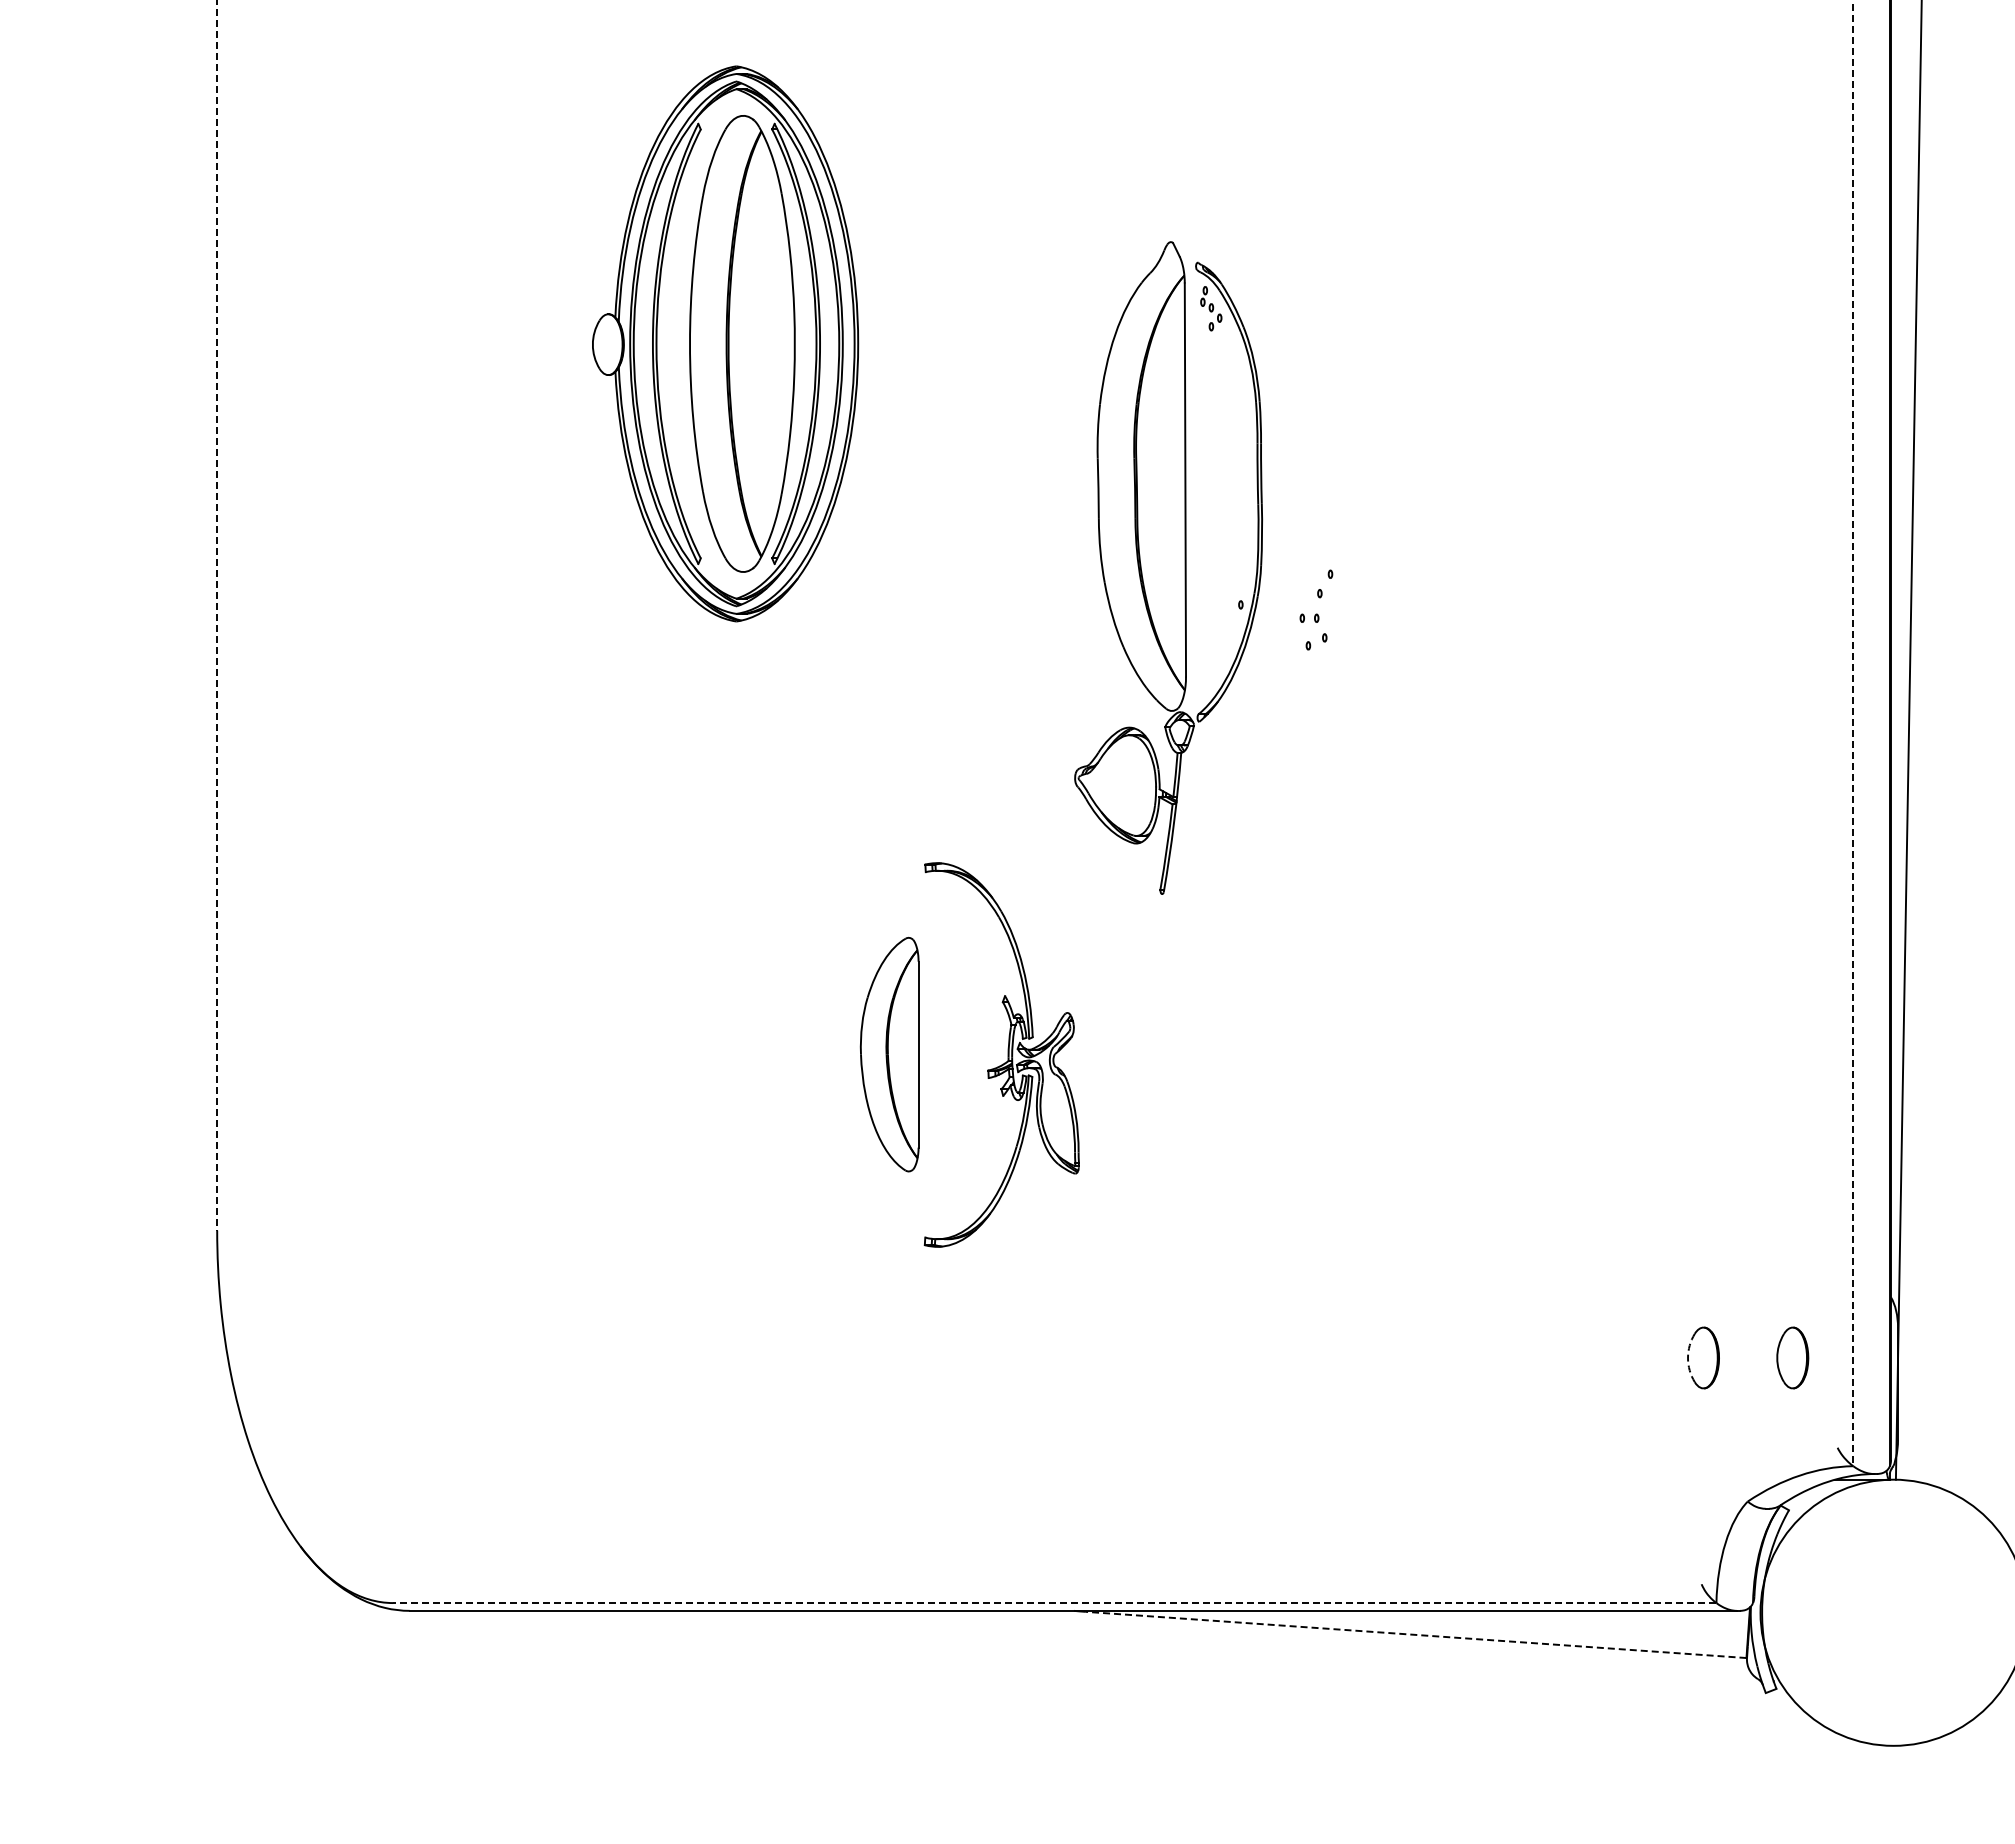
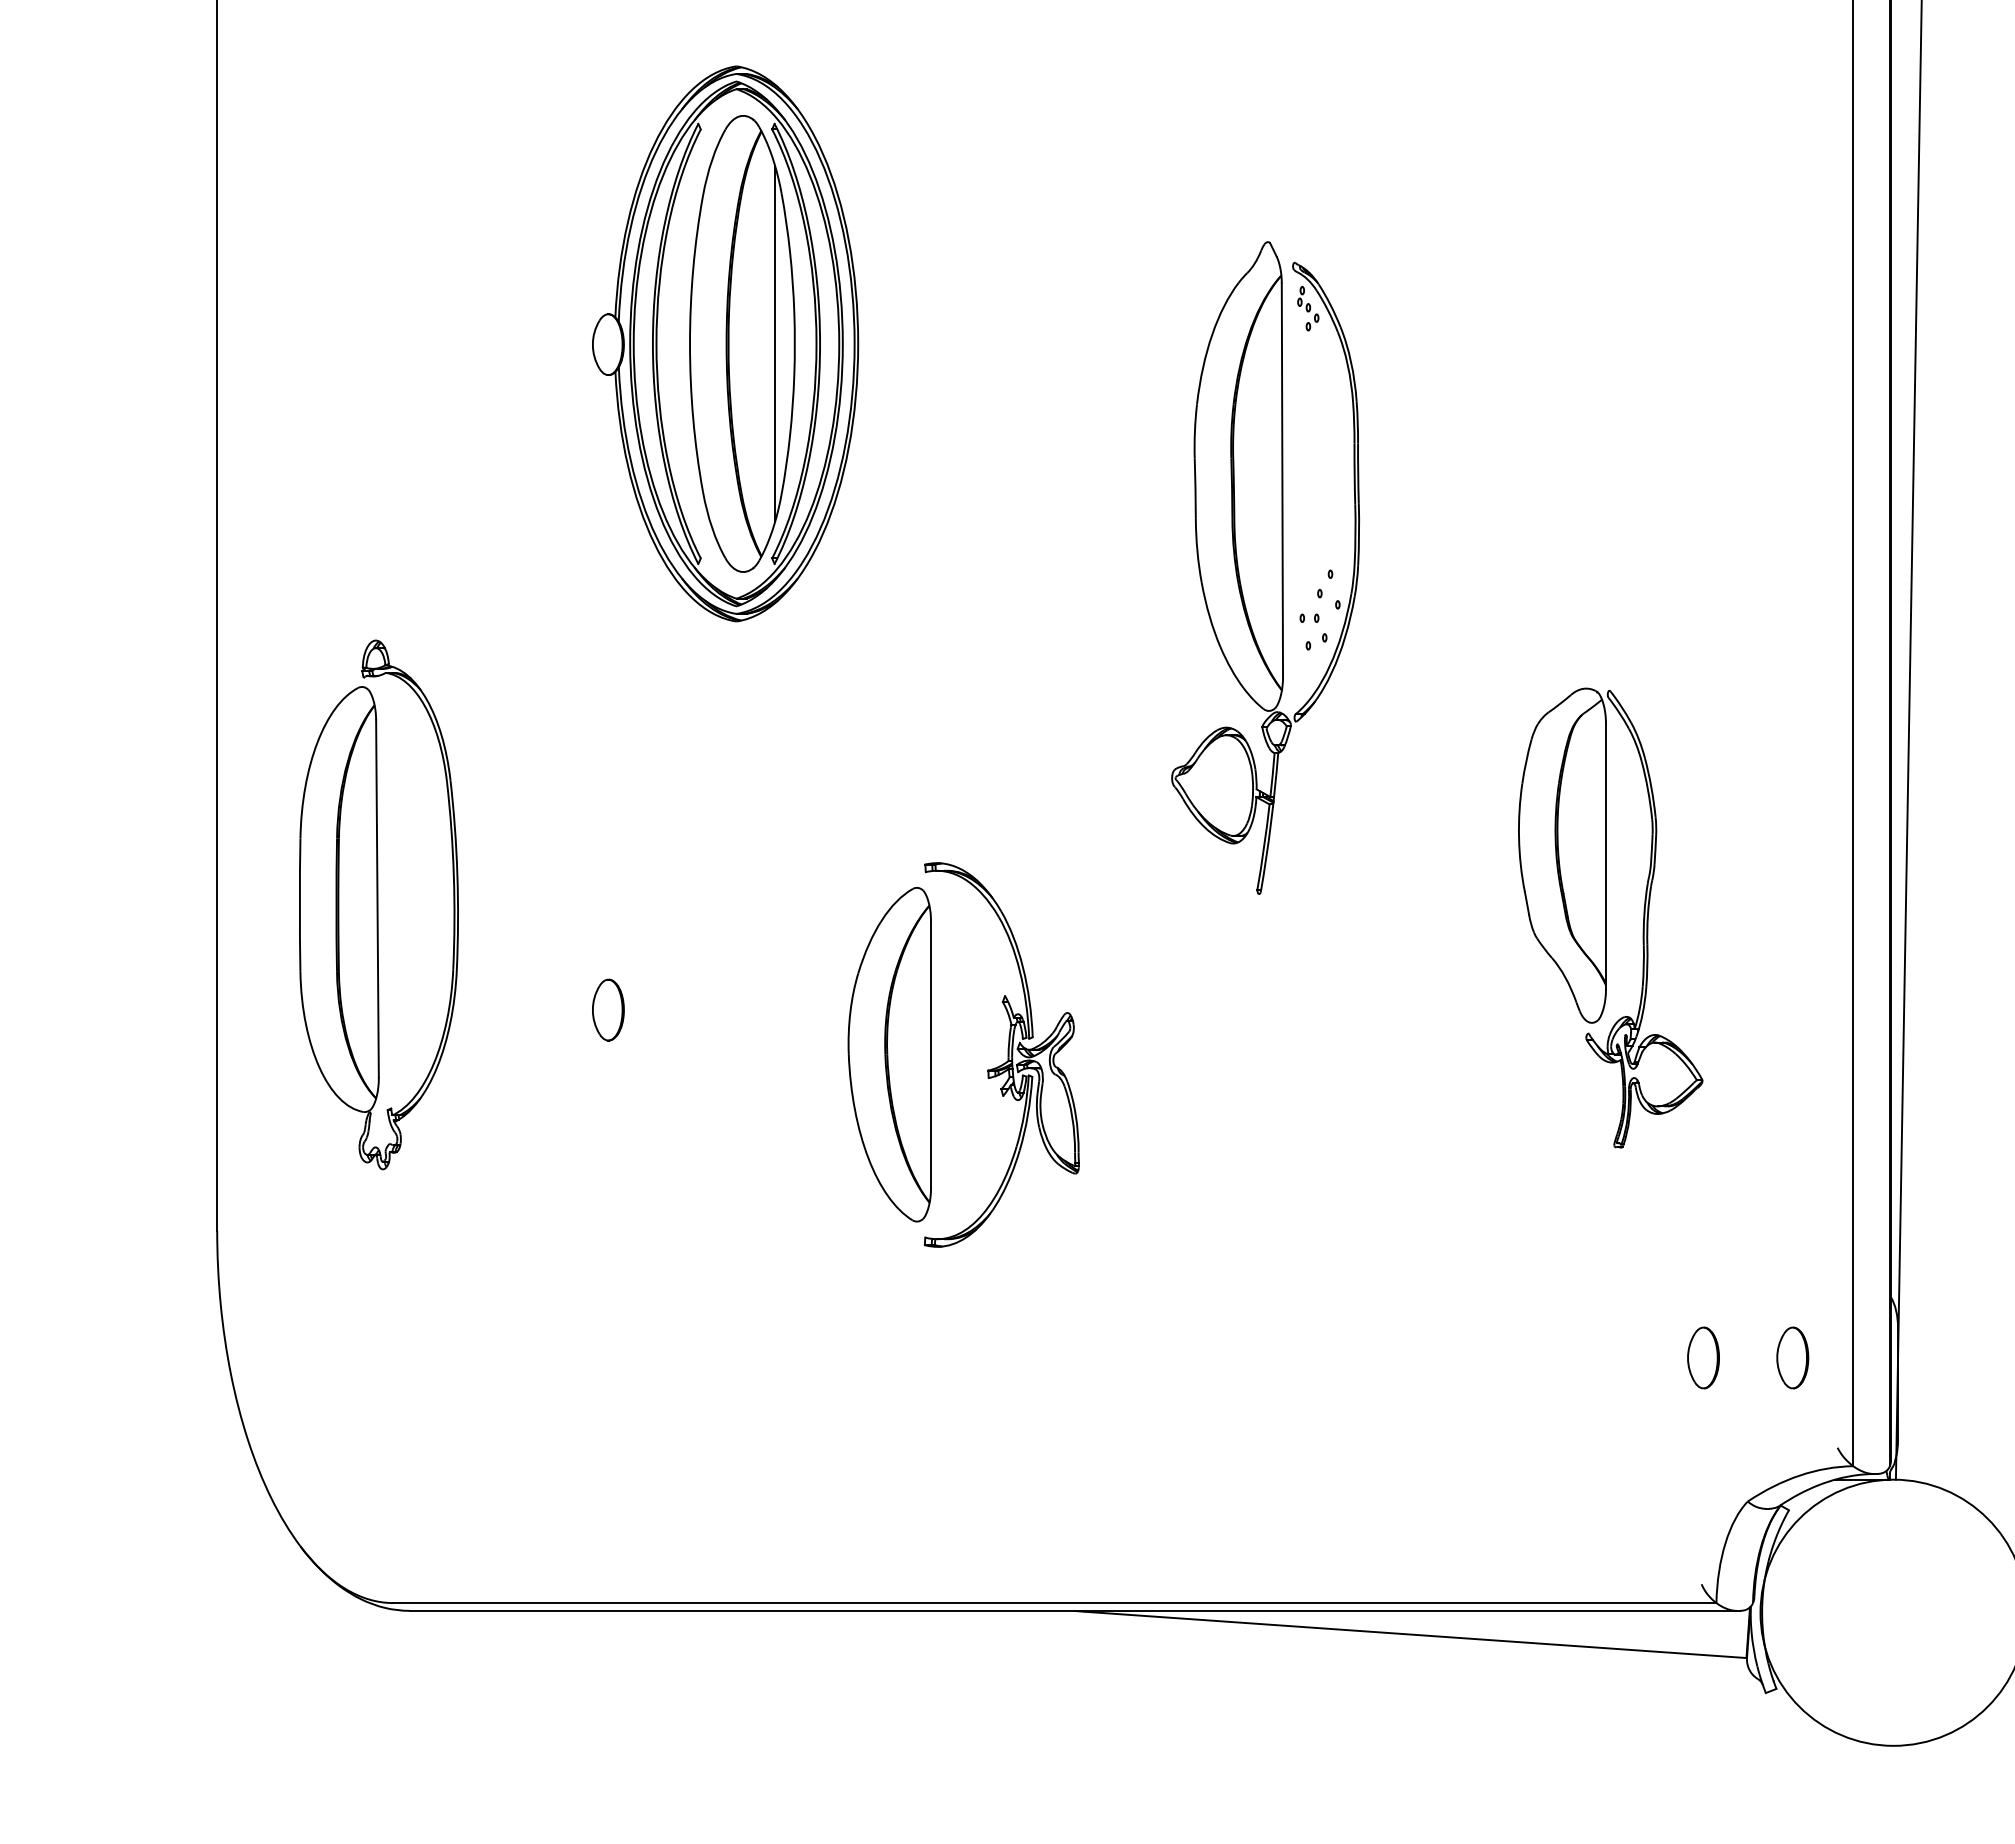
line at (775, 343): none -> present
part at (1168, 567) position: (1168, 567) -> (1265, 567)
line at (217, 615): dashed -> solid
line at (1853, 733): dashed -> solid
part at (378, 904): none -> present
part at (1610, 917): none -> present
part at (608, 1009): none -> present
part at (889, 1054) size: 61x237 px -> 85x337 px
arc at (1688, 1358): dashed -> solid
line at (1054, 1603): dashed -> solid
line at (1415, 1634): dashed -> solid
